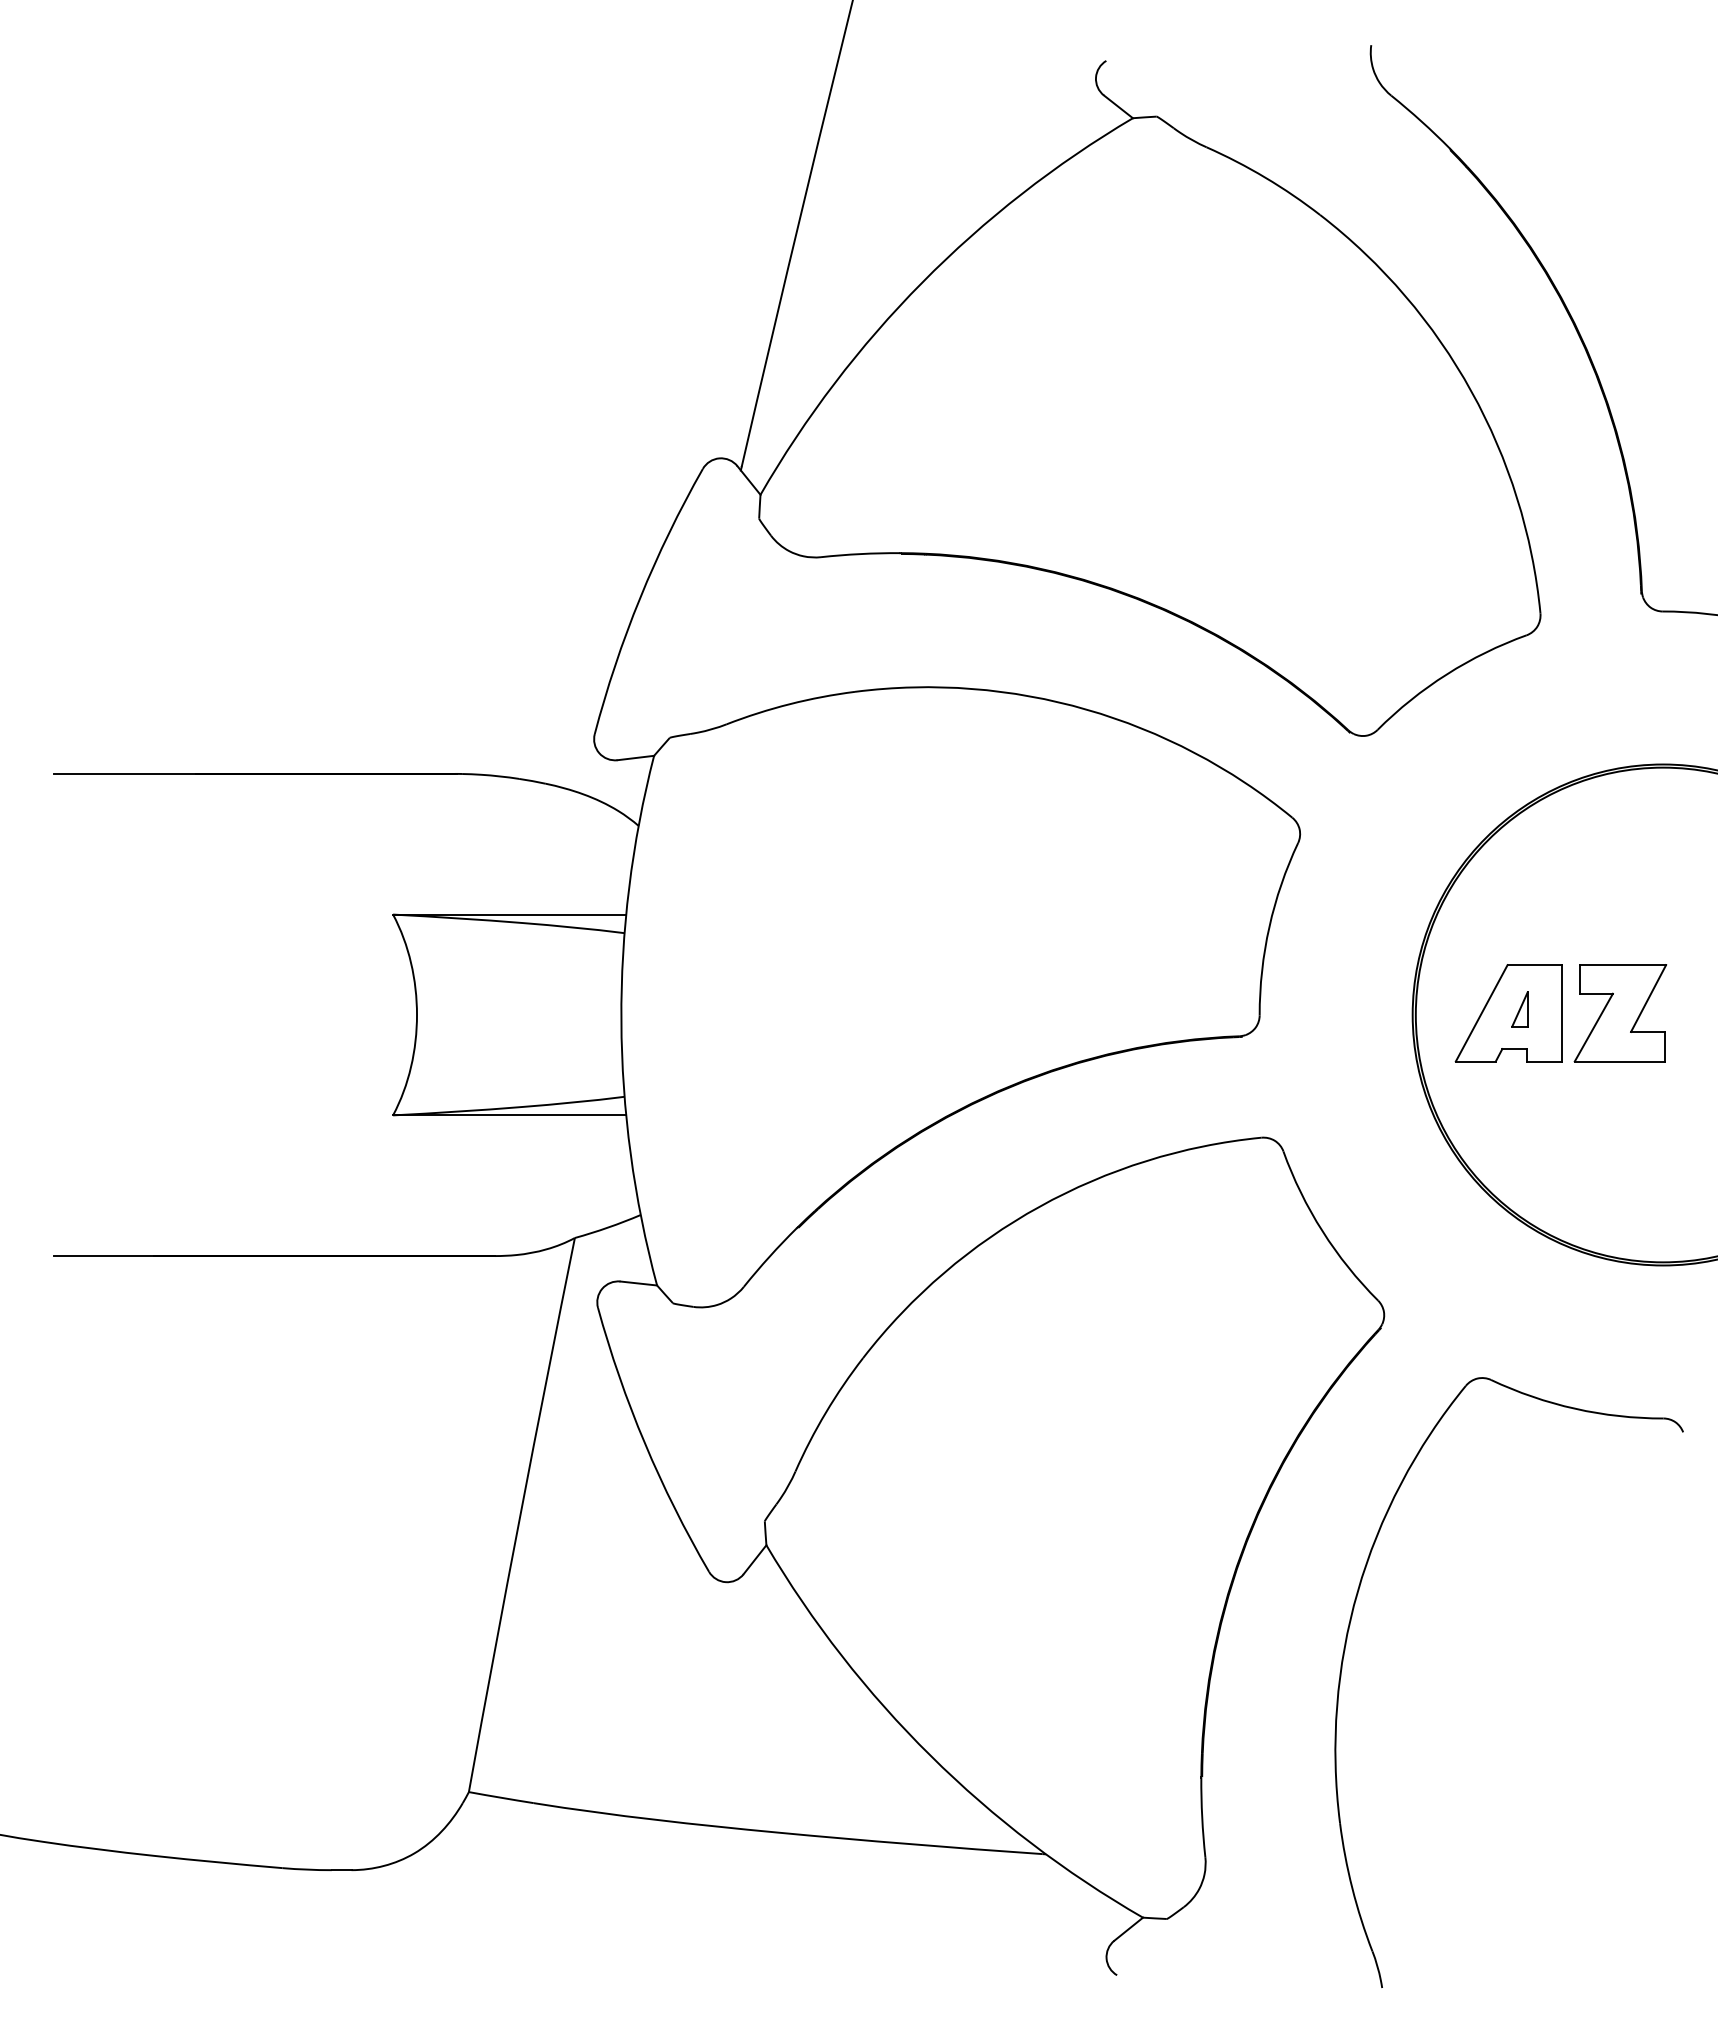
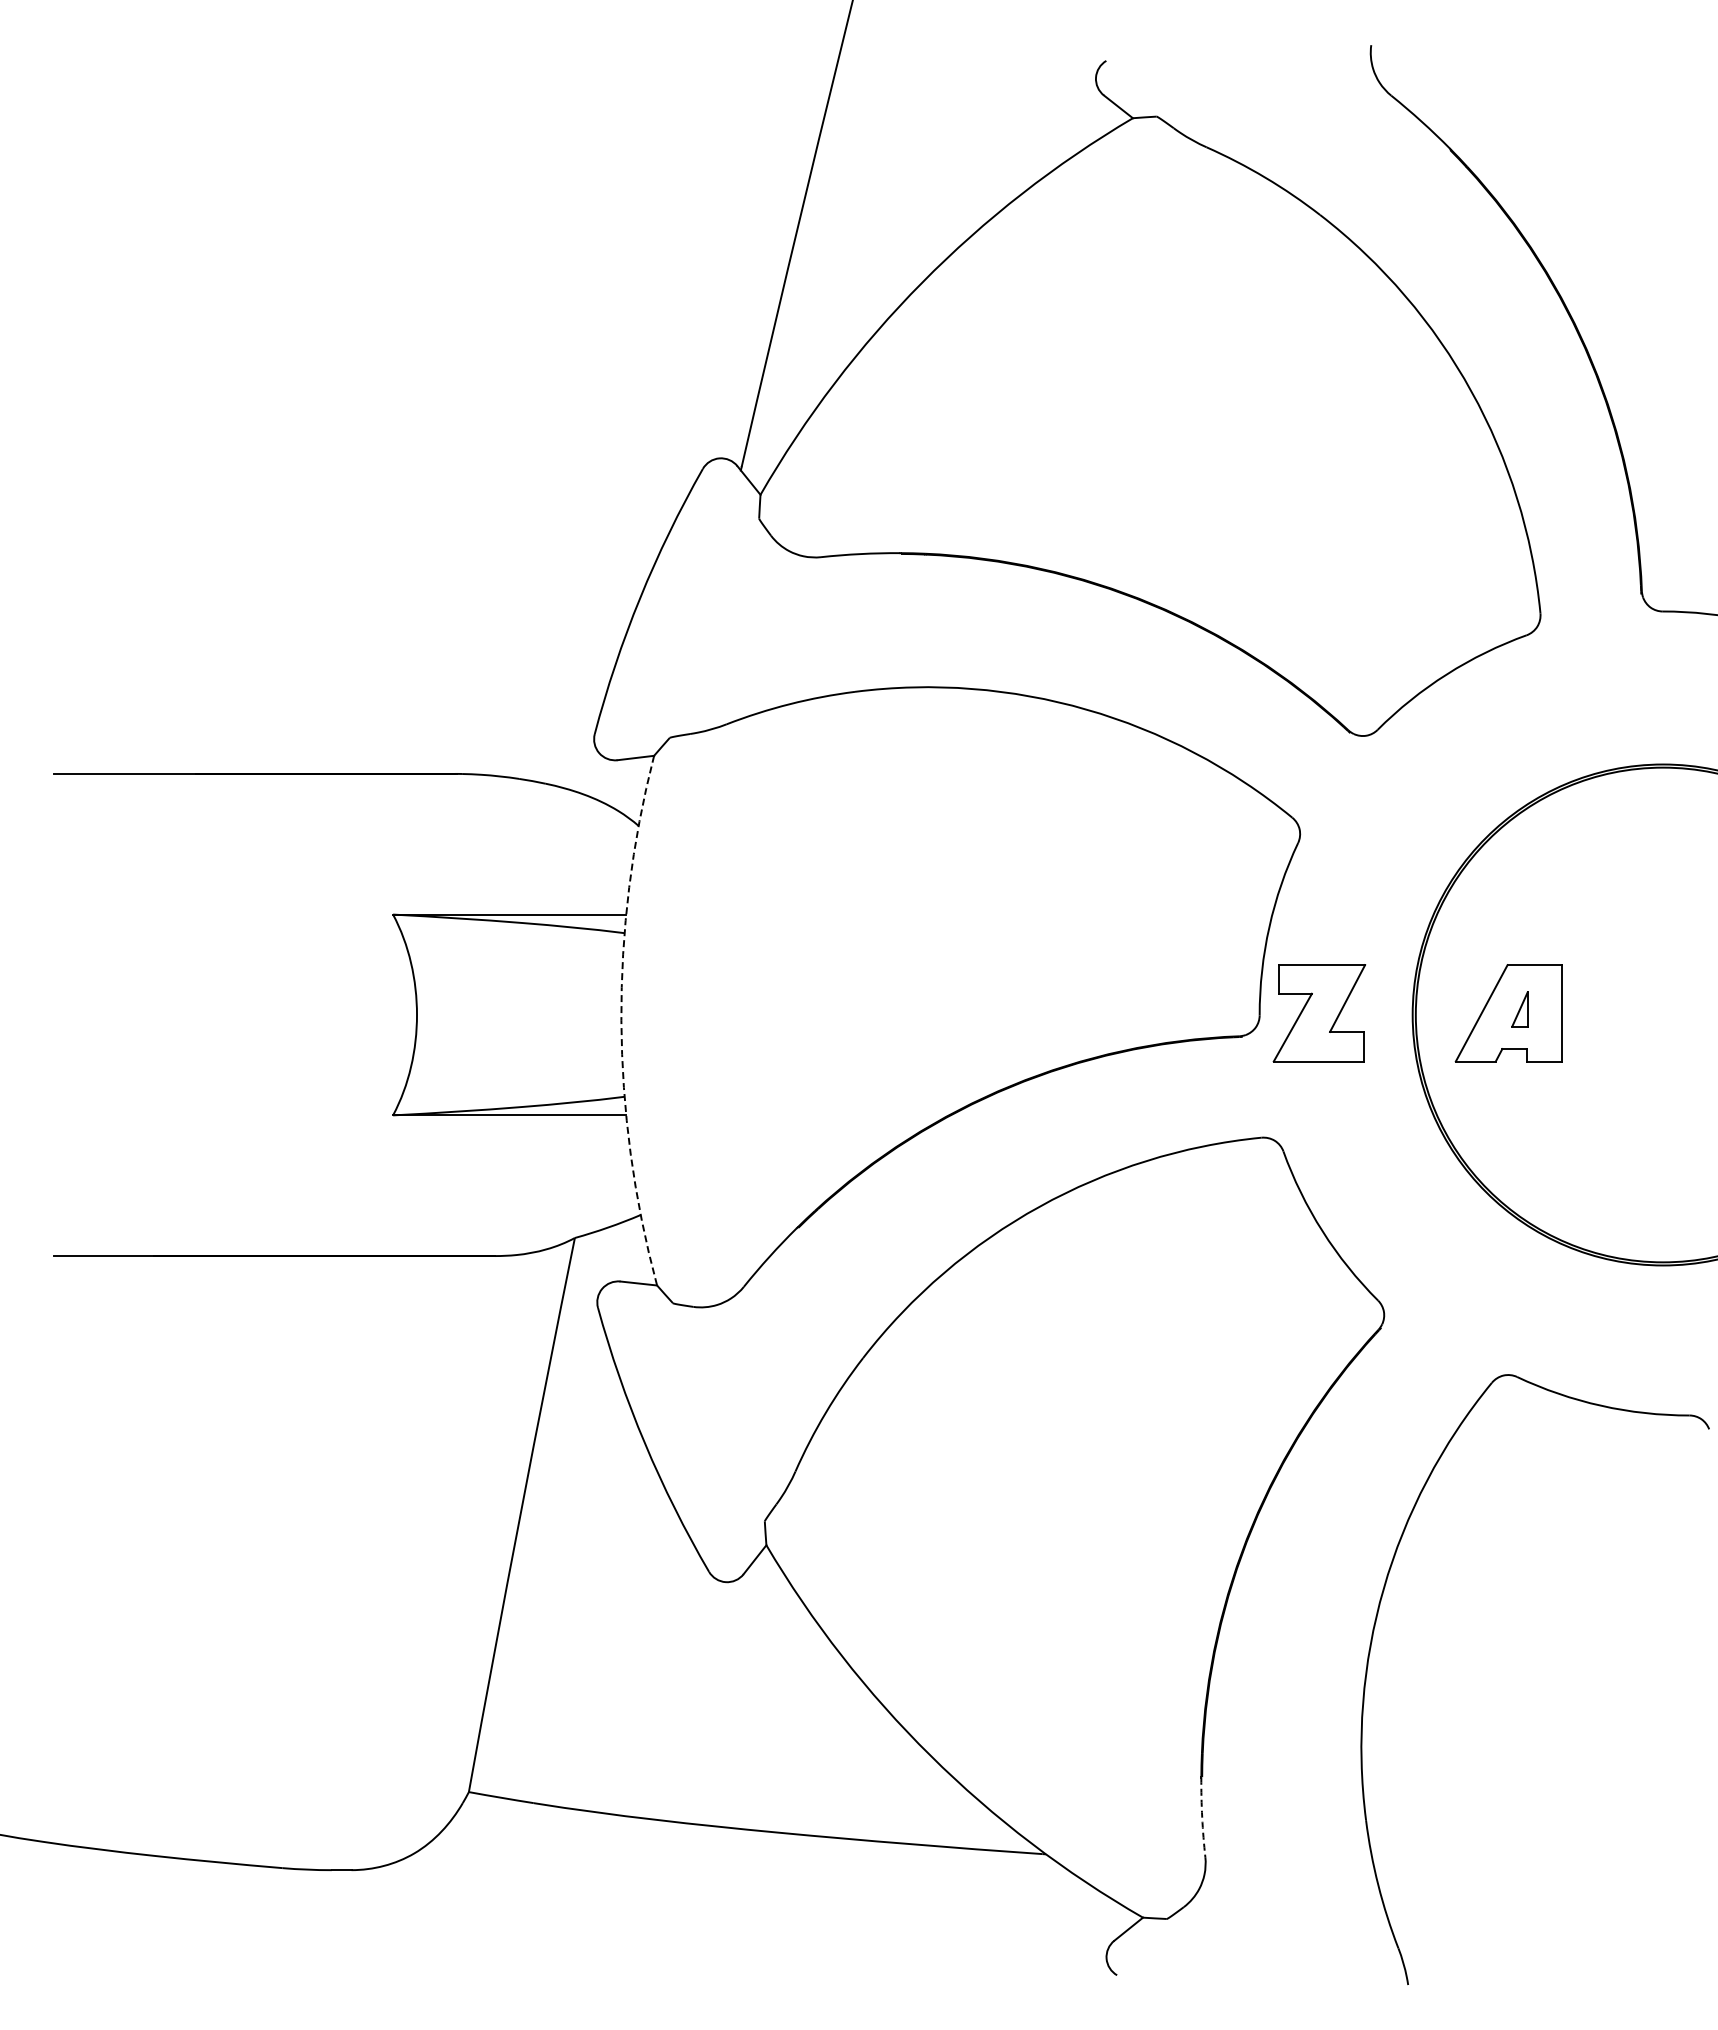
part at (1620, 1013) position: (1620, 1013) -> (1319, 1013)
arc at (621, 1020): solid -> dashed
part at (1344, 1656) position: (1344, 1656) -> (1370, 1653)
arc at (1202, 1817): solid -> dashed
